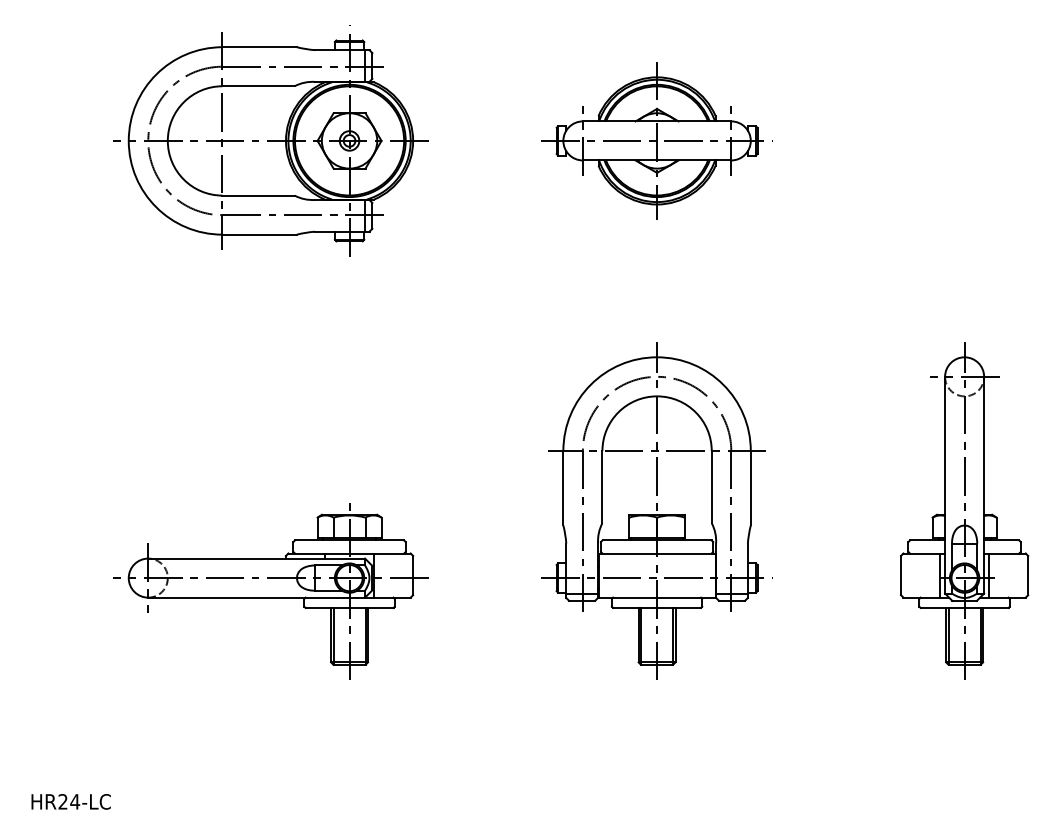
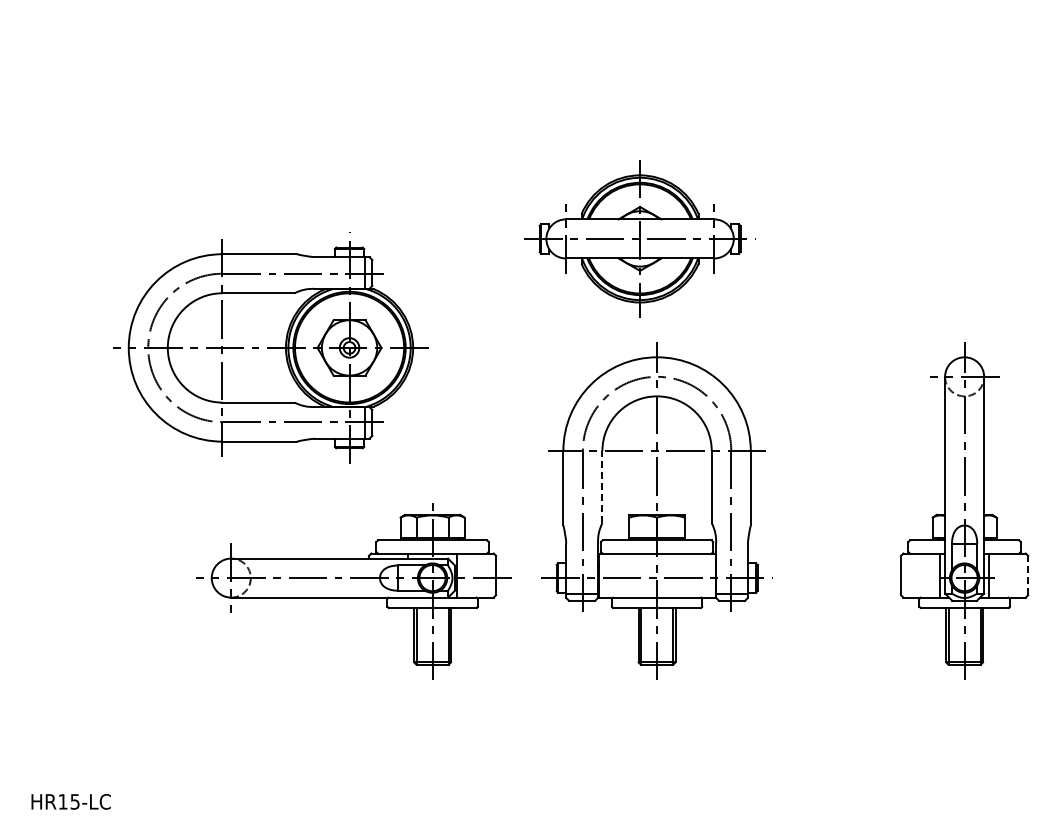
part at (270, 140) position: (270, 140) -> (270, 347)
part at (656, 140) position: (656, 140) -> (639, 238)
line at (602, 486): solid -> dashed
line at (1028, 575): solid -> dashed
part at (270, 591) position: (270, 591) -> (353, 591)
text at (69, 801): HR24-LC -> HR15-LC
